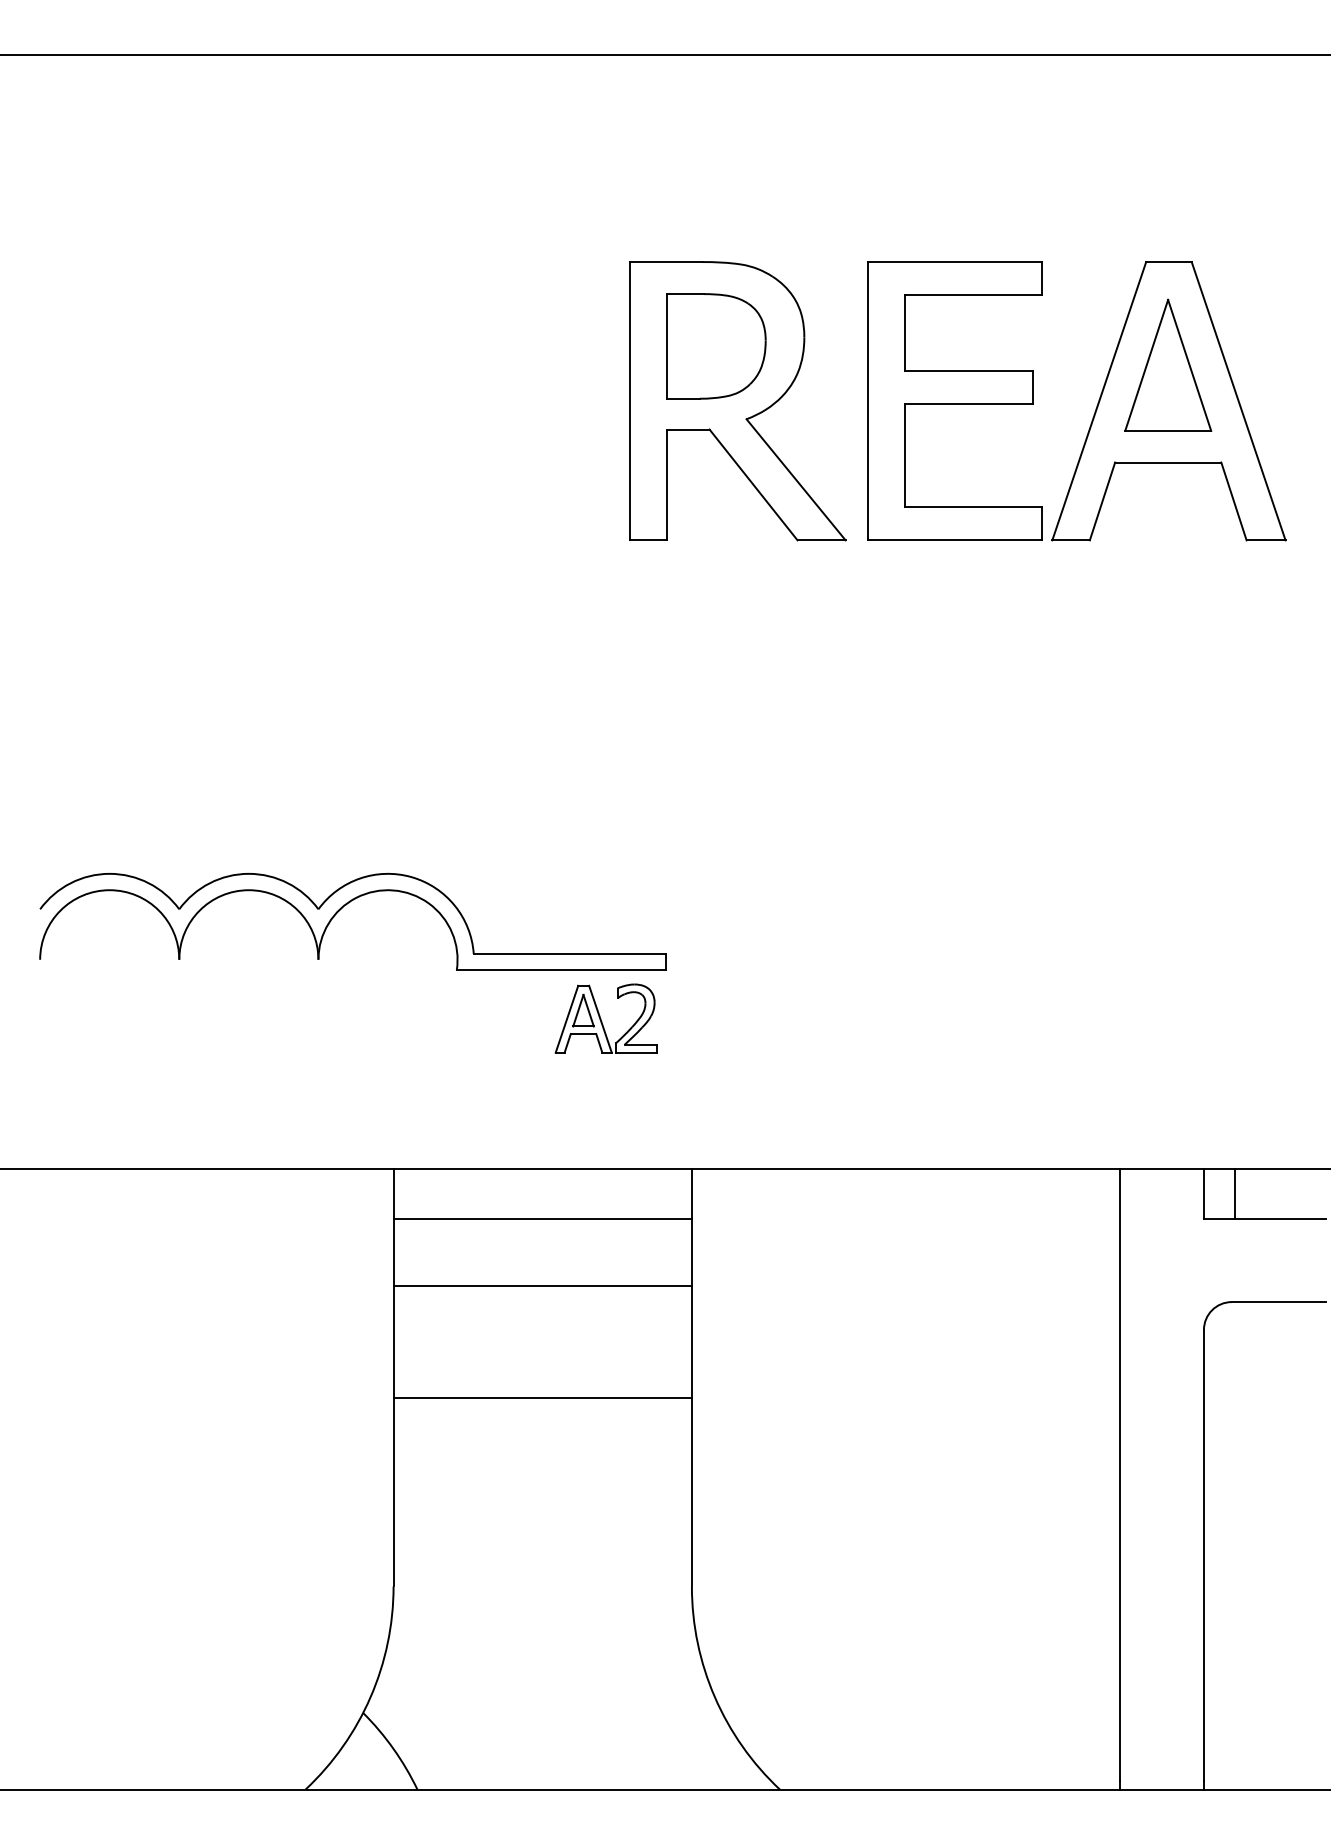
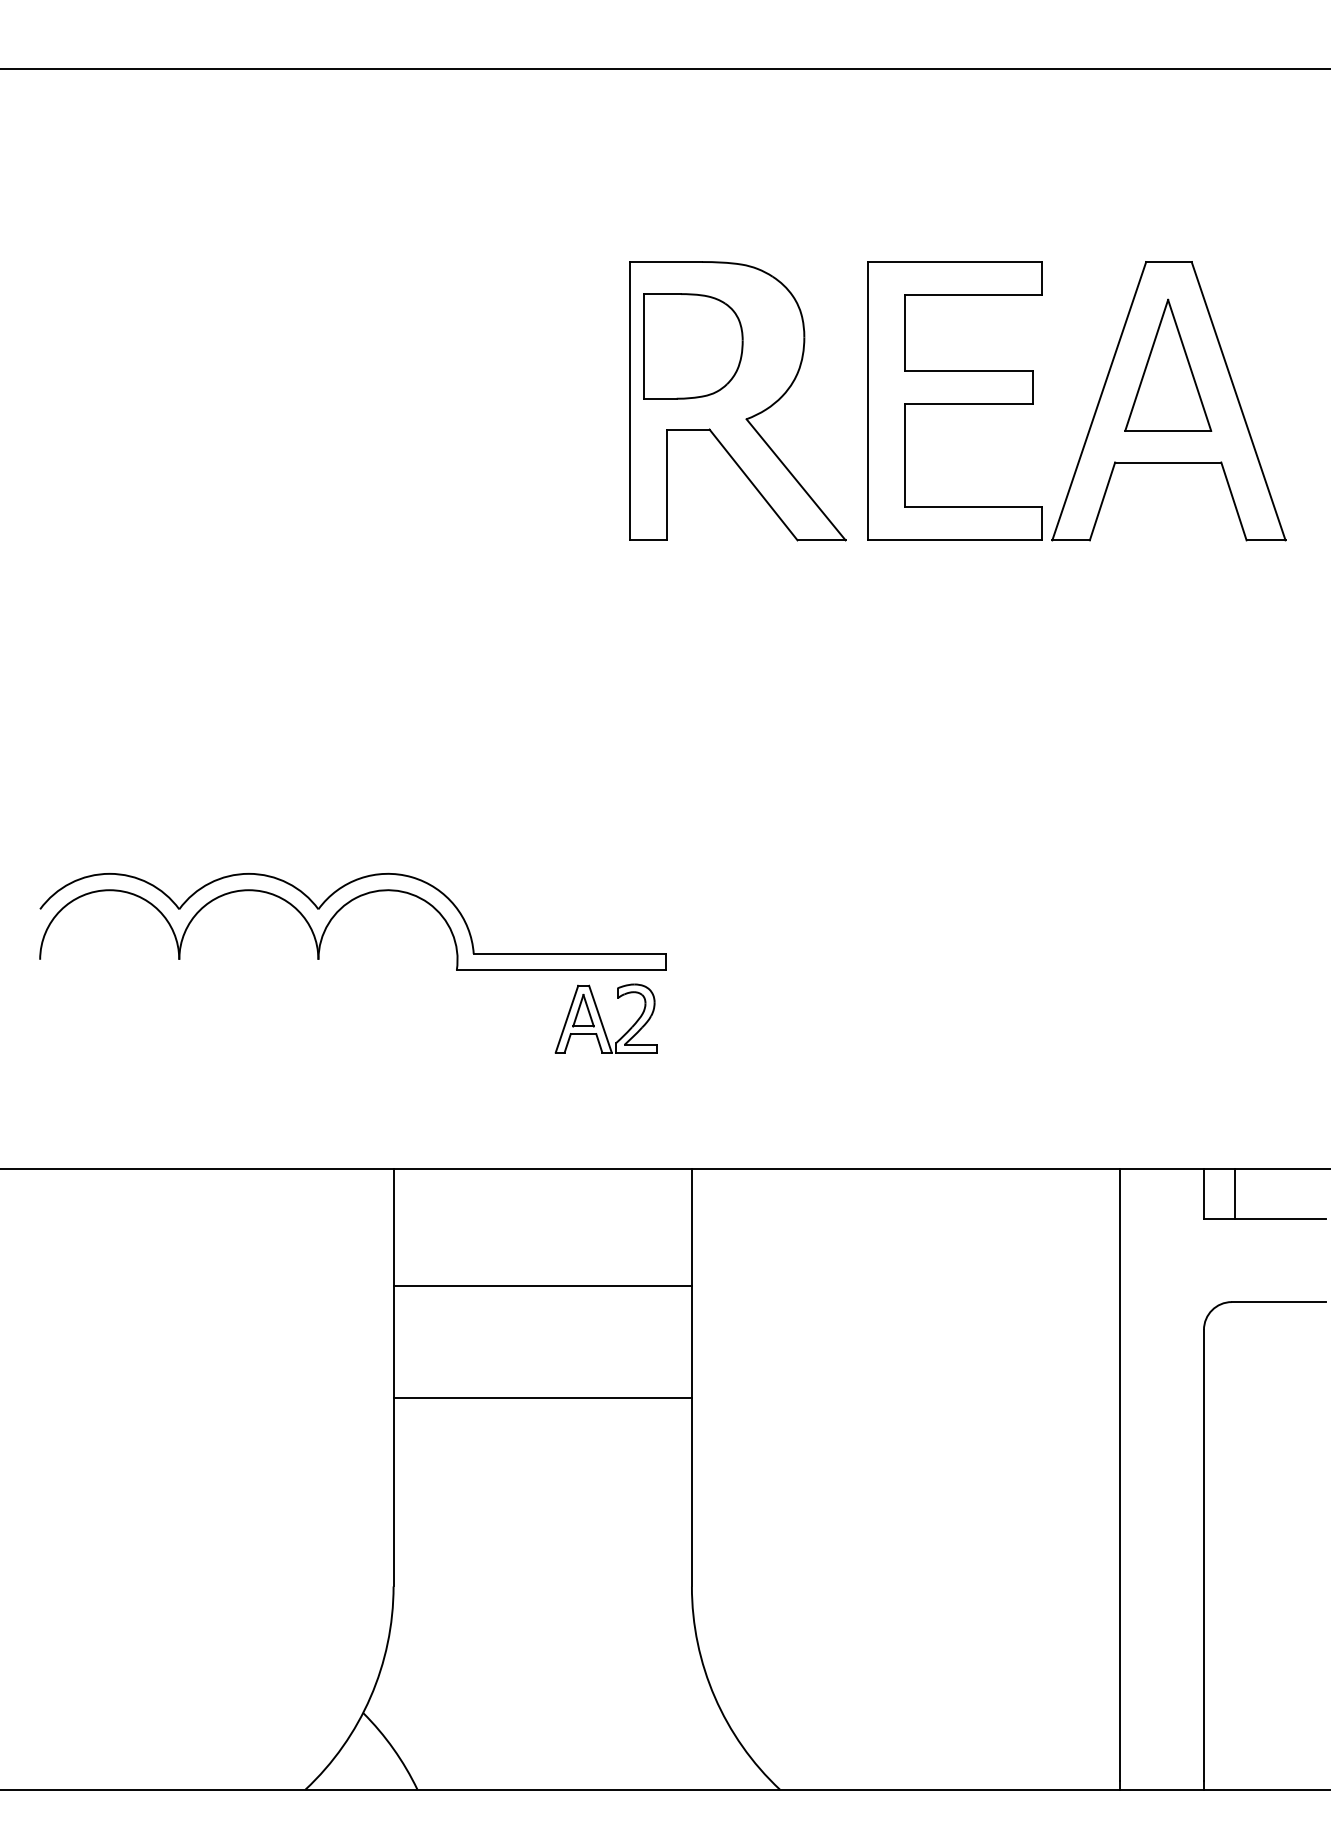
line at (664, 55) position: (664, 55) -> (664, 69)
part at (716, 346) position: (716, 346) -> (693, 346)
line at (542, 1218): present -> none
